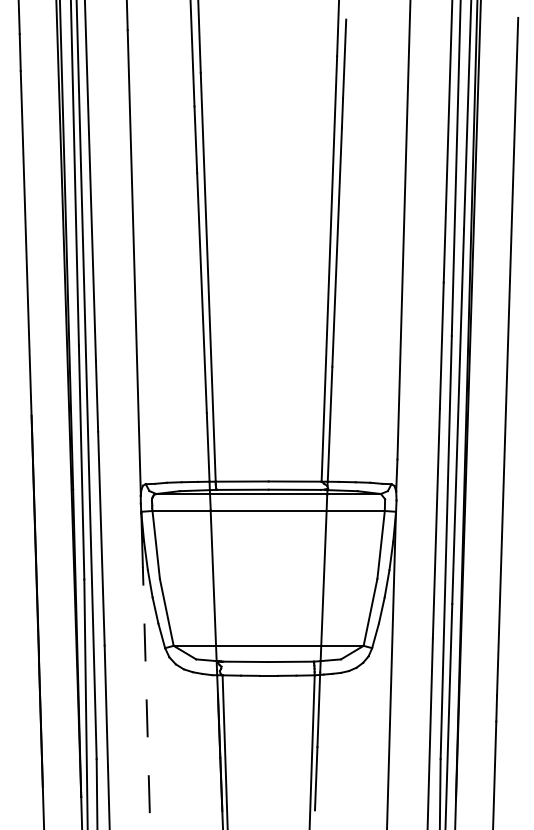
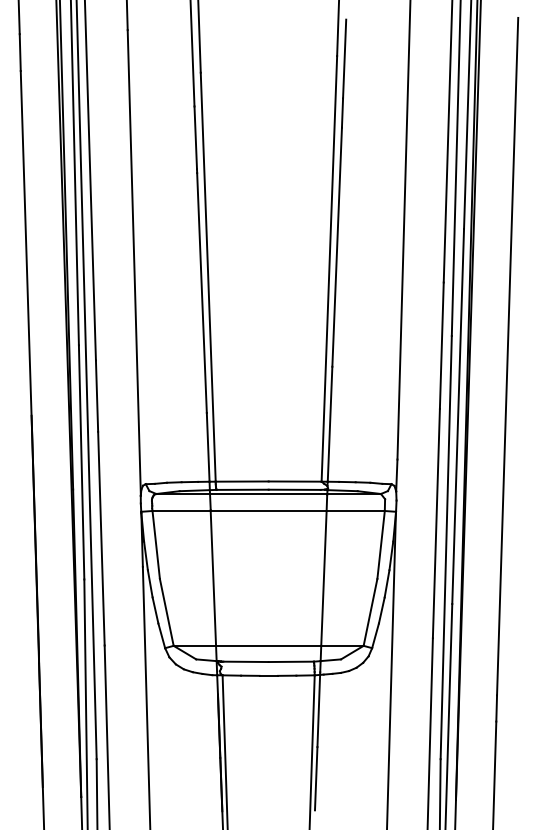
line at (146, 697): dashed -> solid
